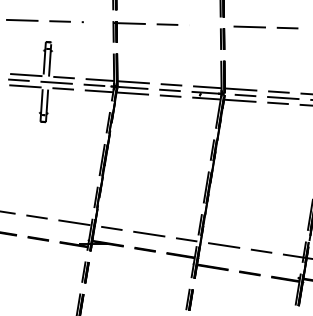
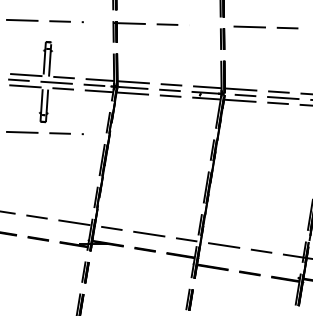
line at (49, 133): none -> present
